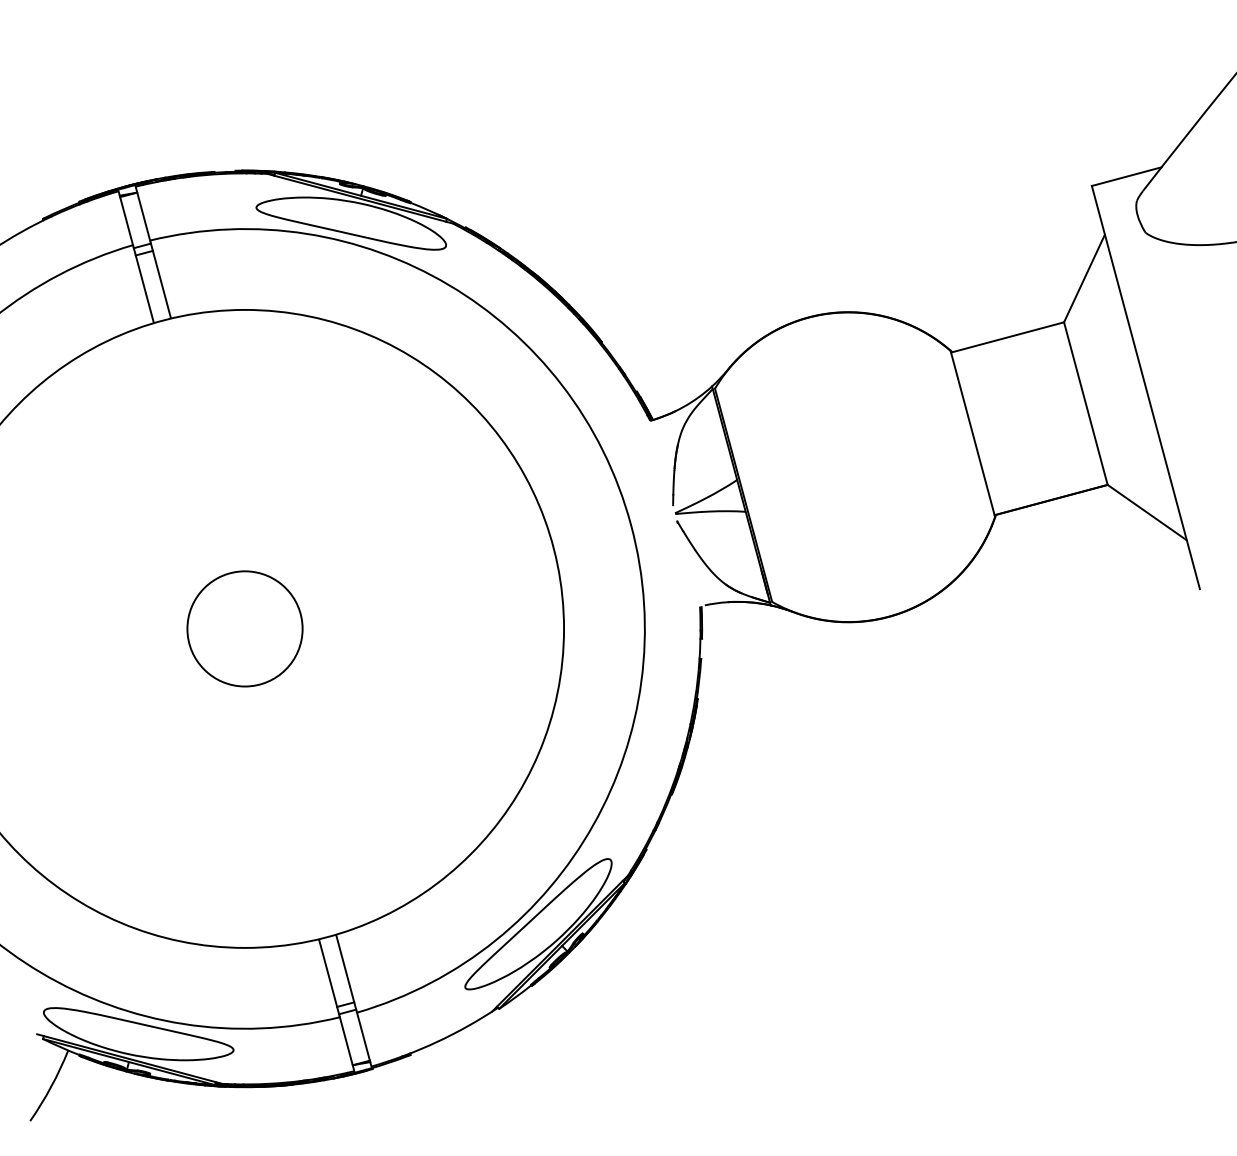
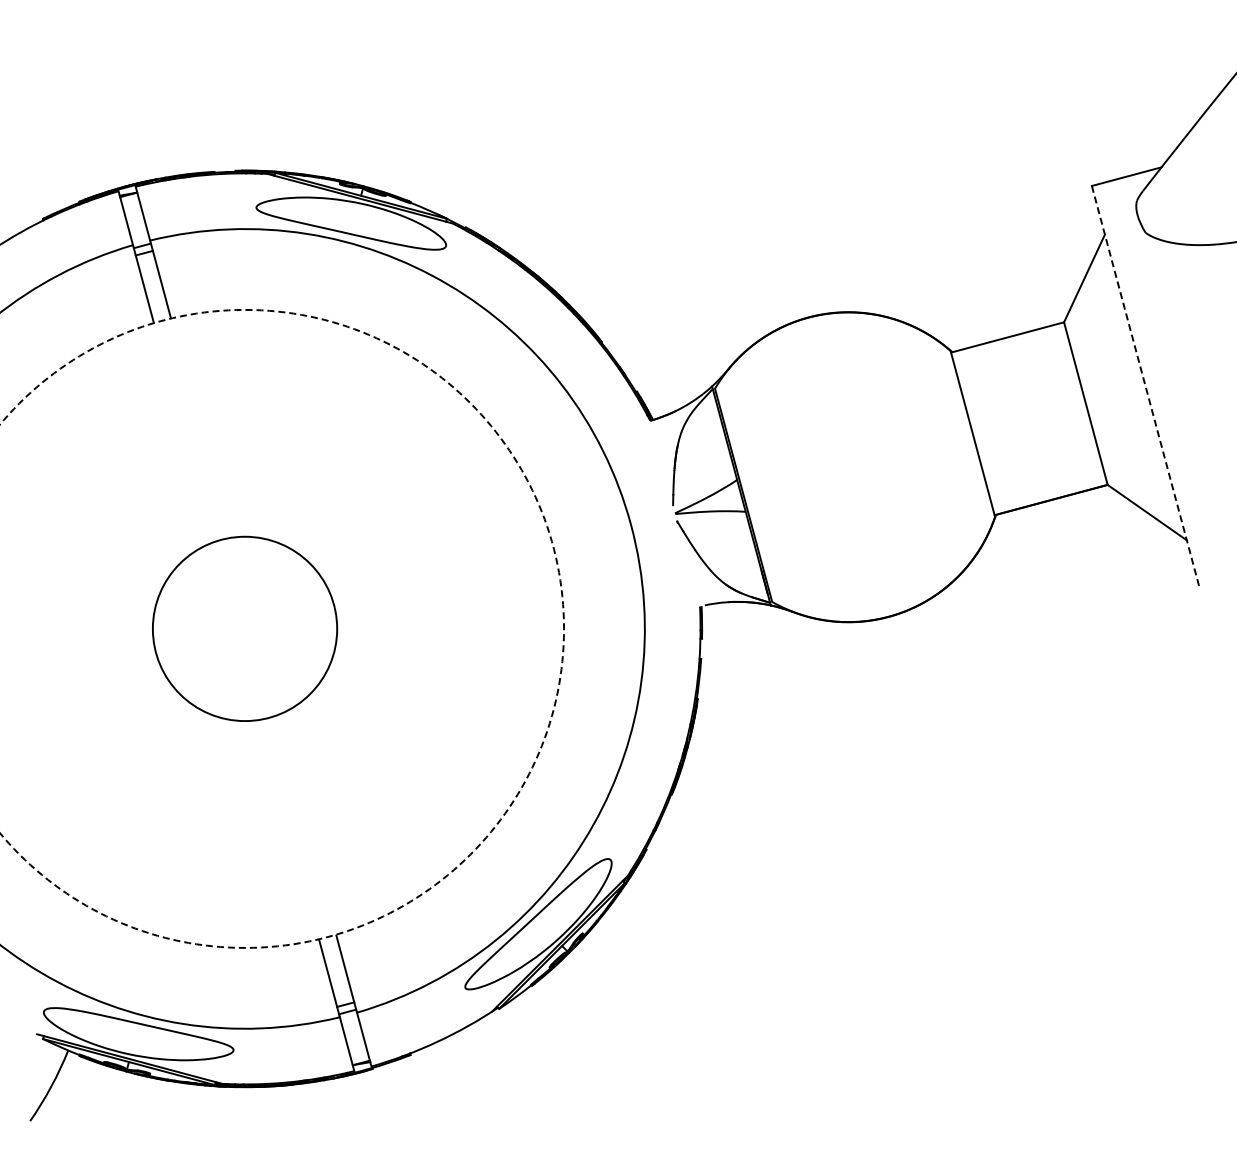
line at (1145, 387): solid -> dashed
circle at (244, 628) diameter: 115 px -> 184 px
circle at (282, 628): solid -> dashed
